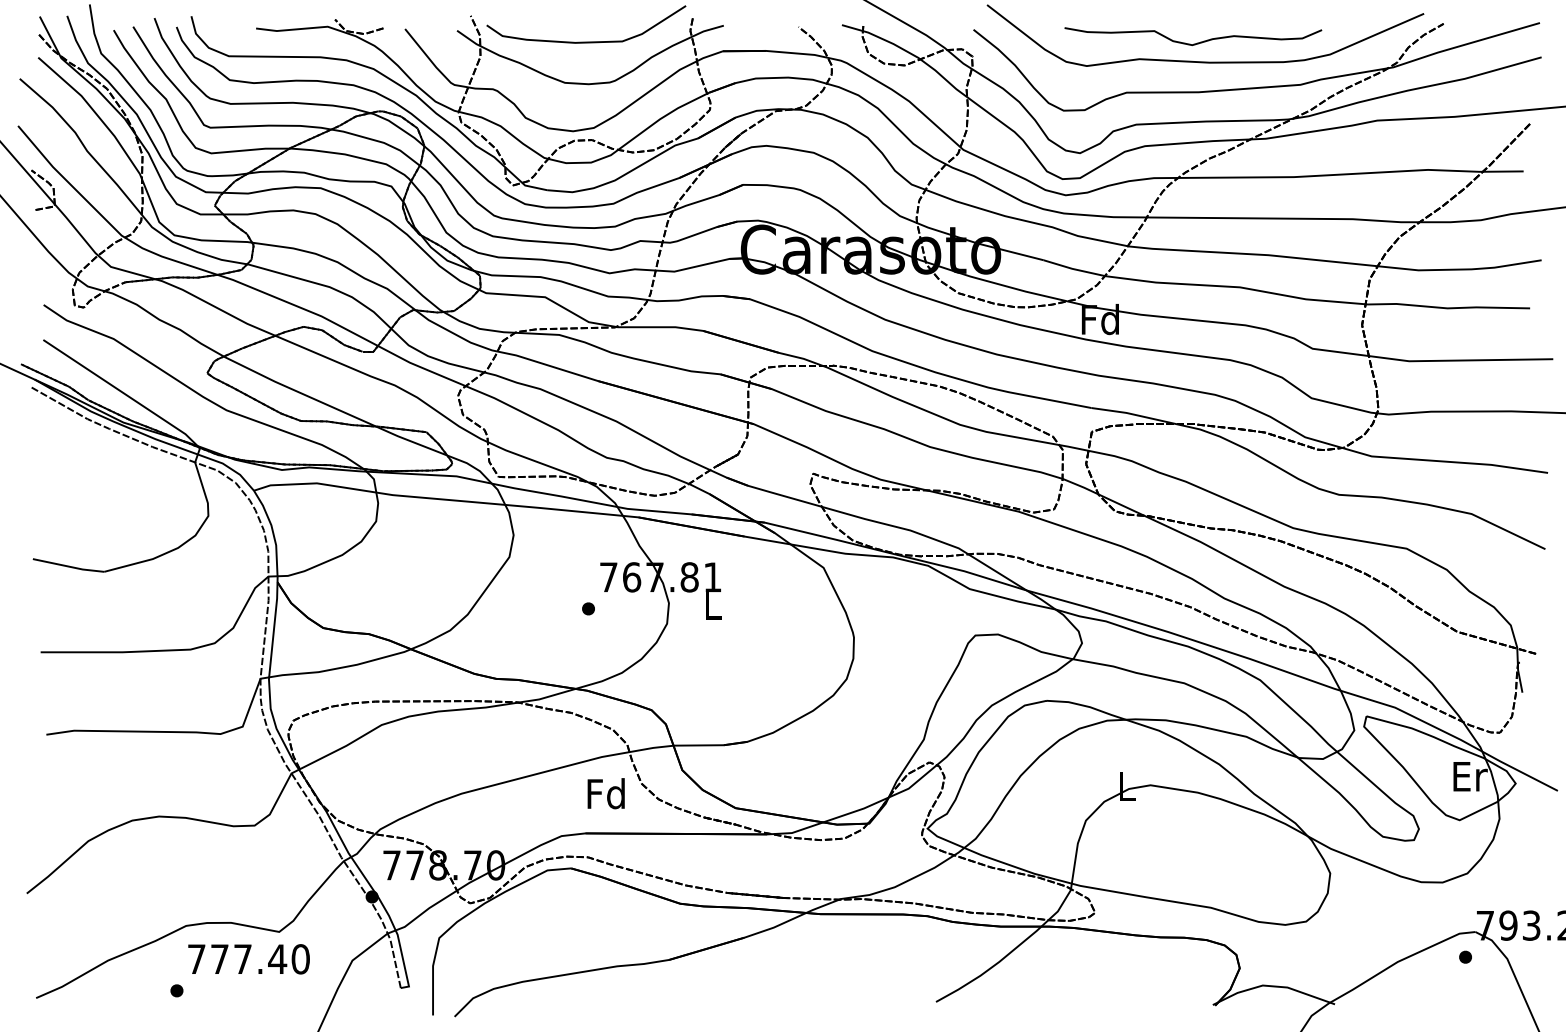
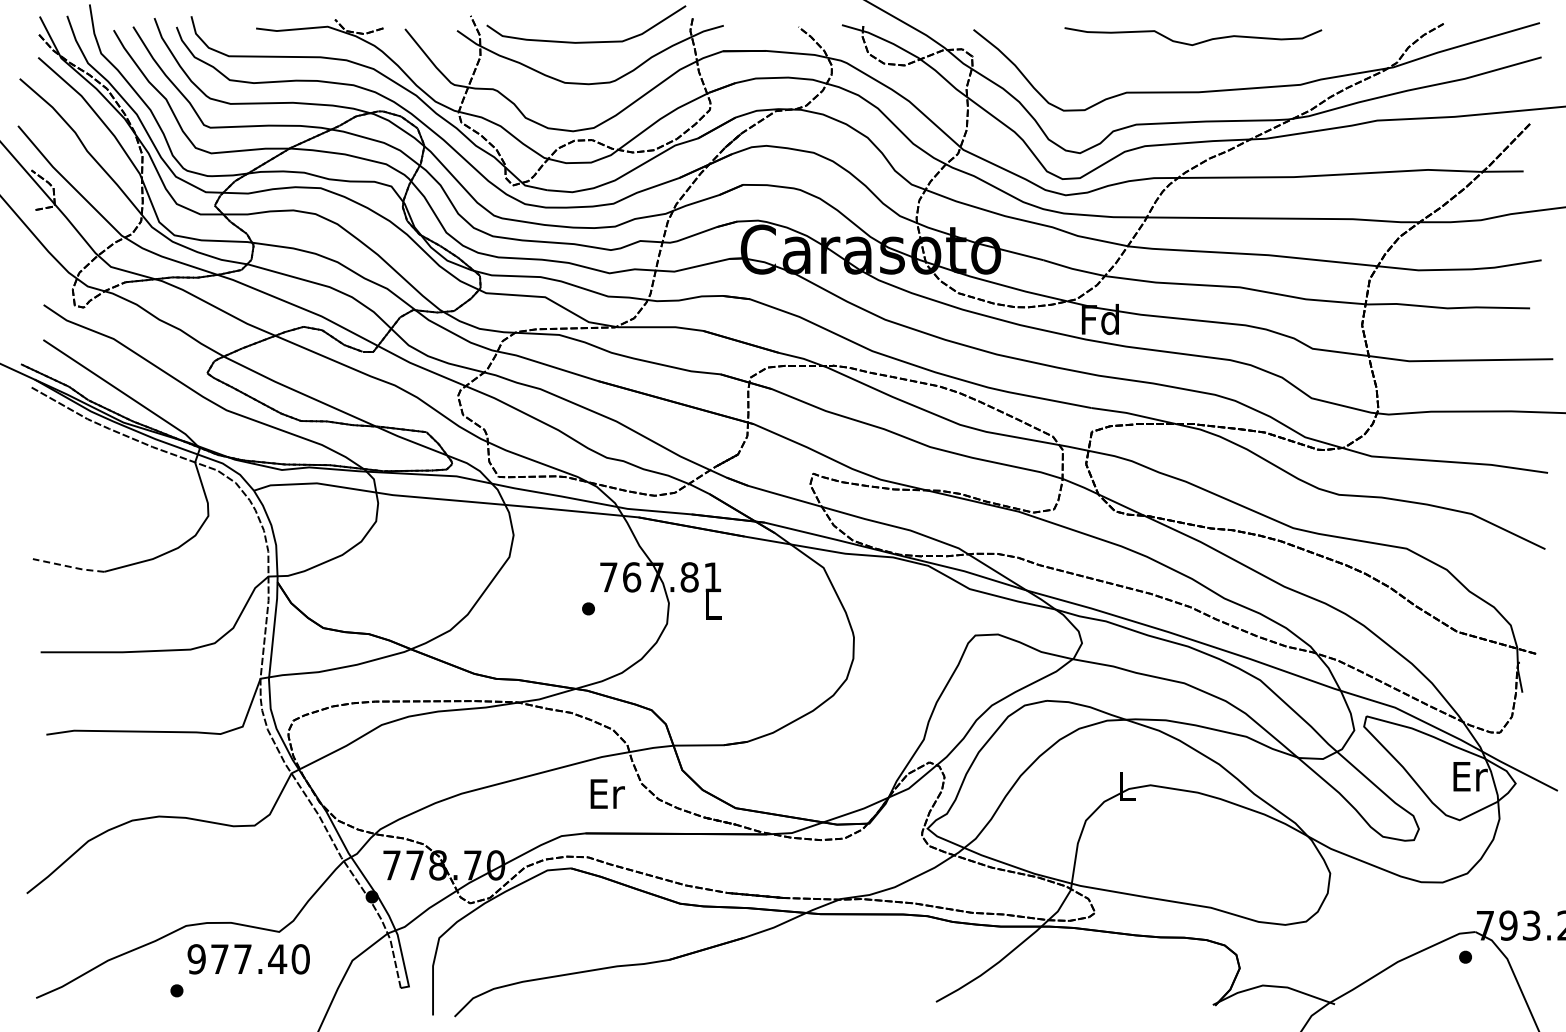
curve at (1205, 61): present -> none
line at (69, 566): solid -> dashed
text at (605, 793): Fd -> Er
text at (196, 959): 777.40 -> 977.40
